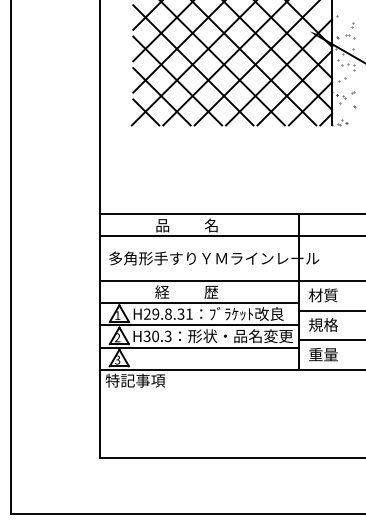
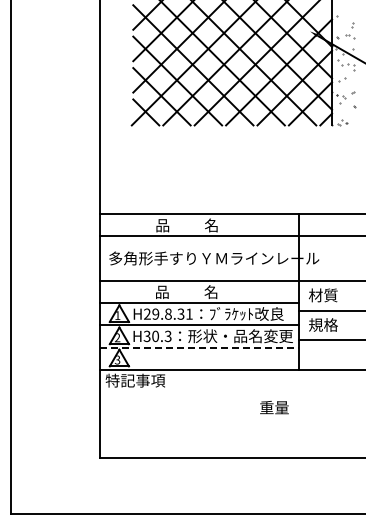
text at (186, 291): 経          歴 -> 品          名
line at (199, 347): solid -> dashed
text at (323, 354) position: (323, 354) -> (274, 407)
